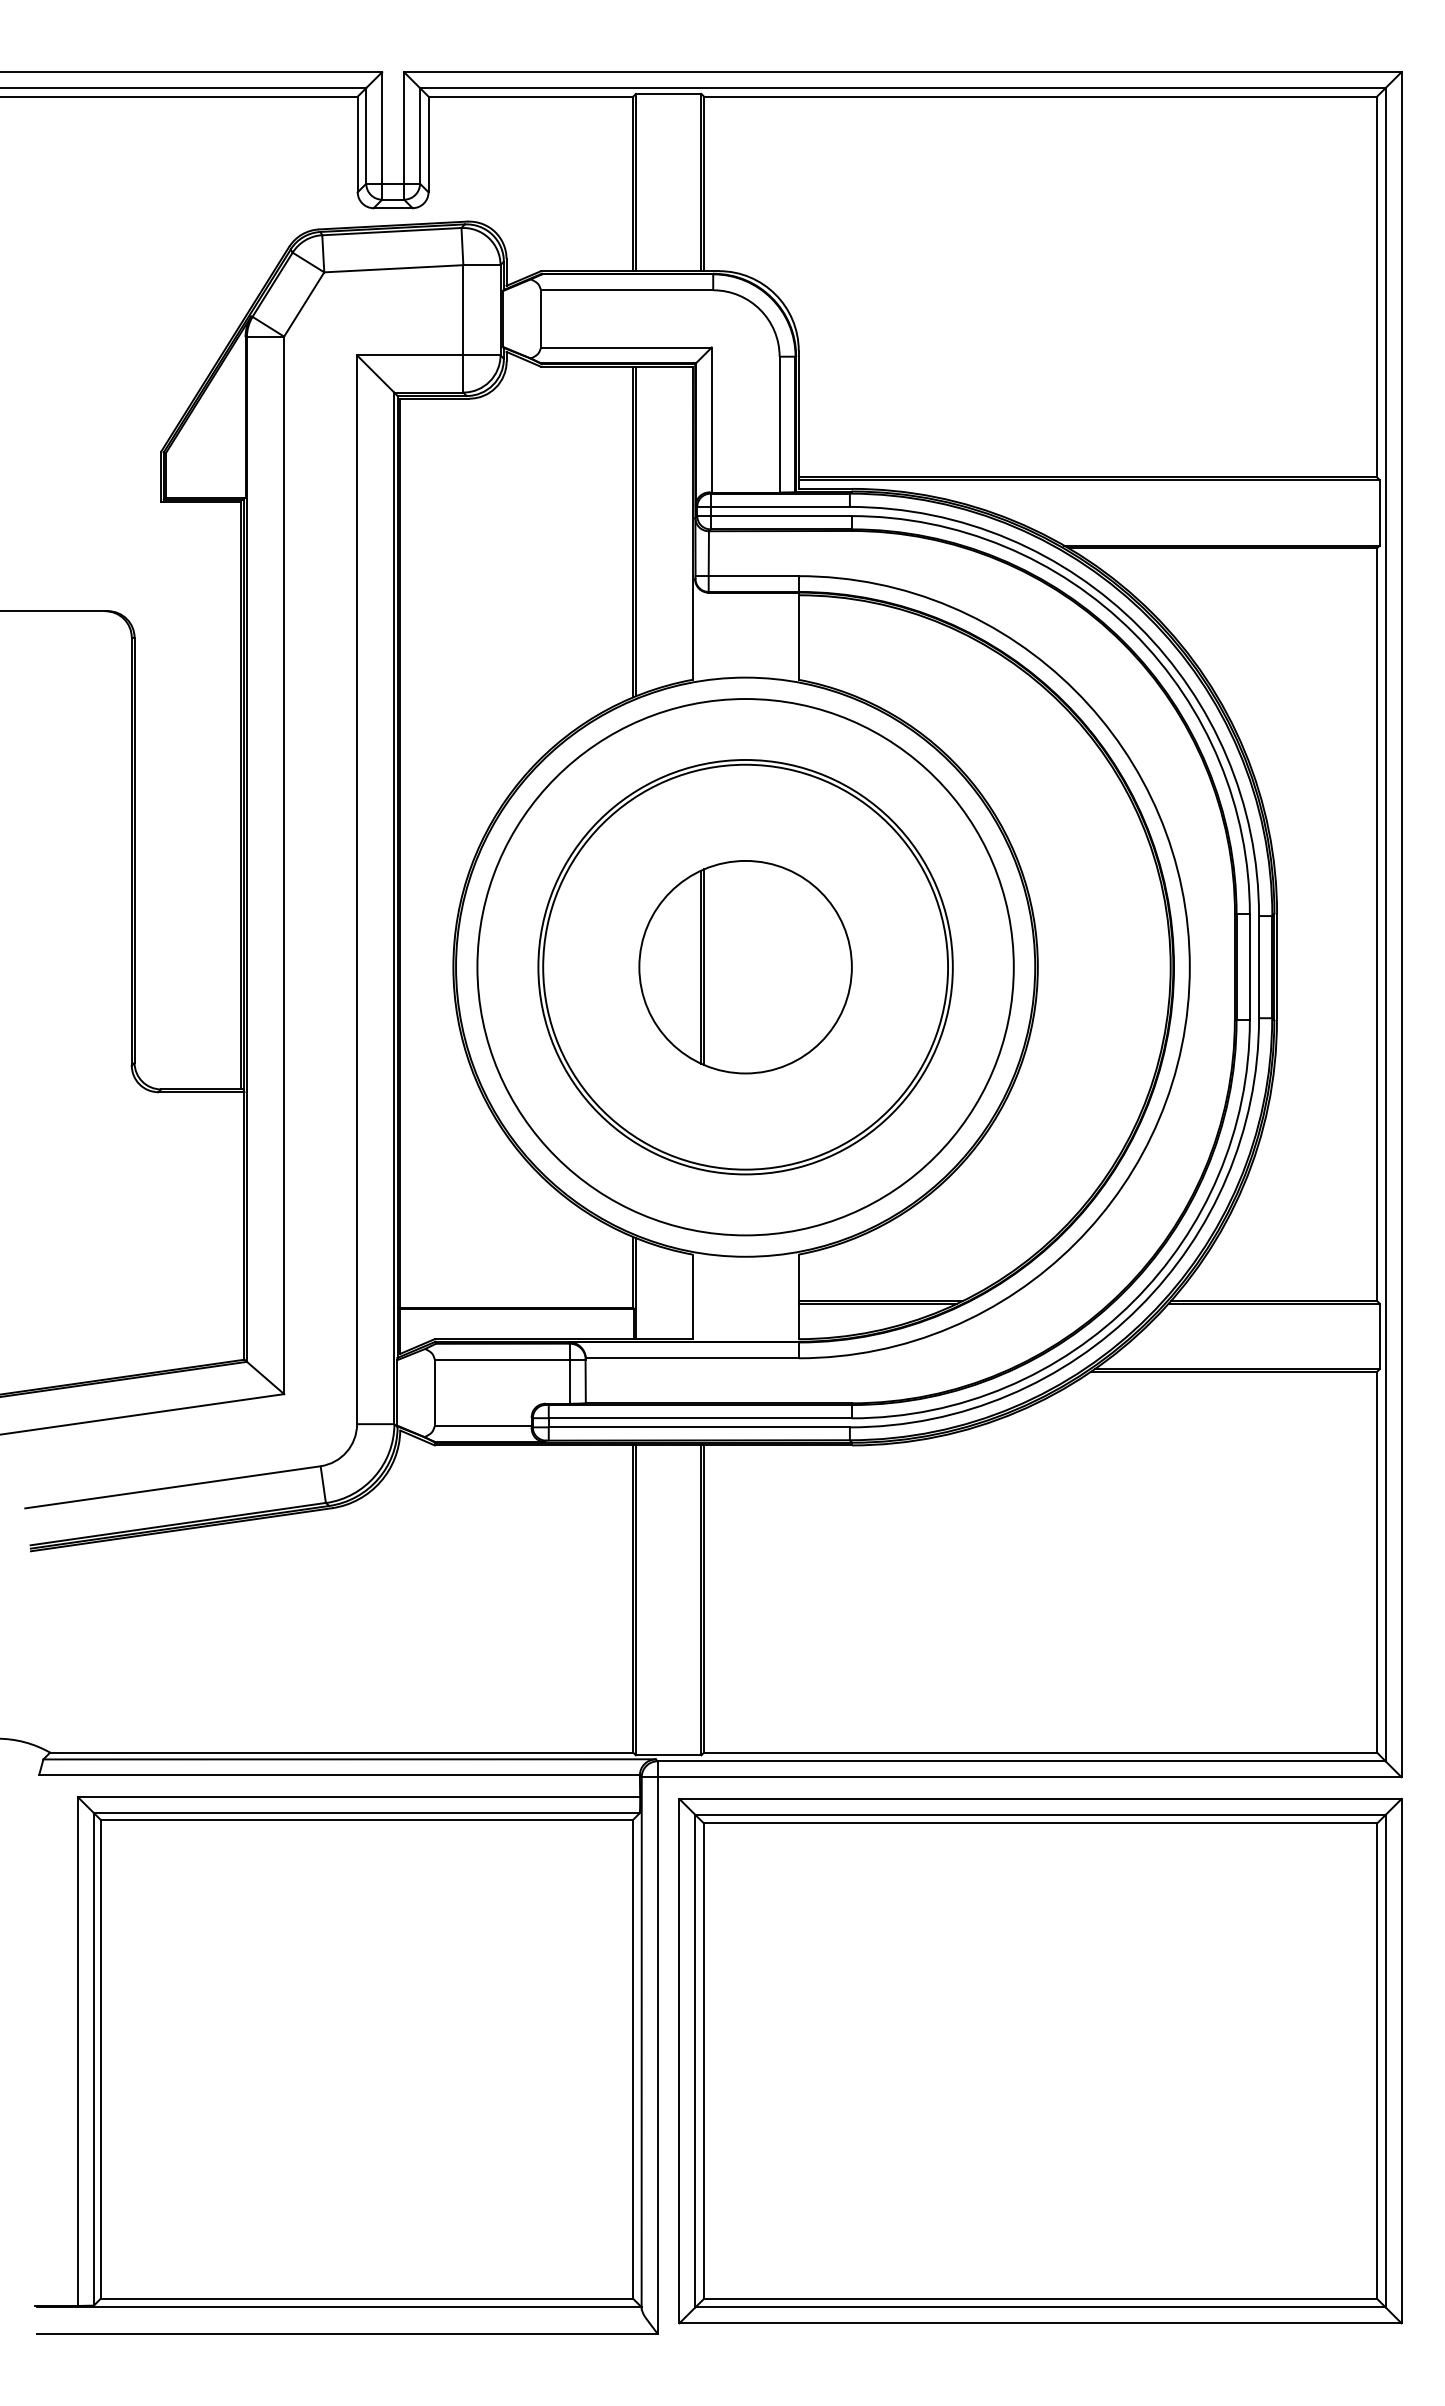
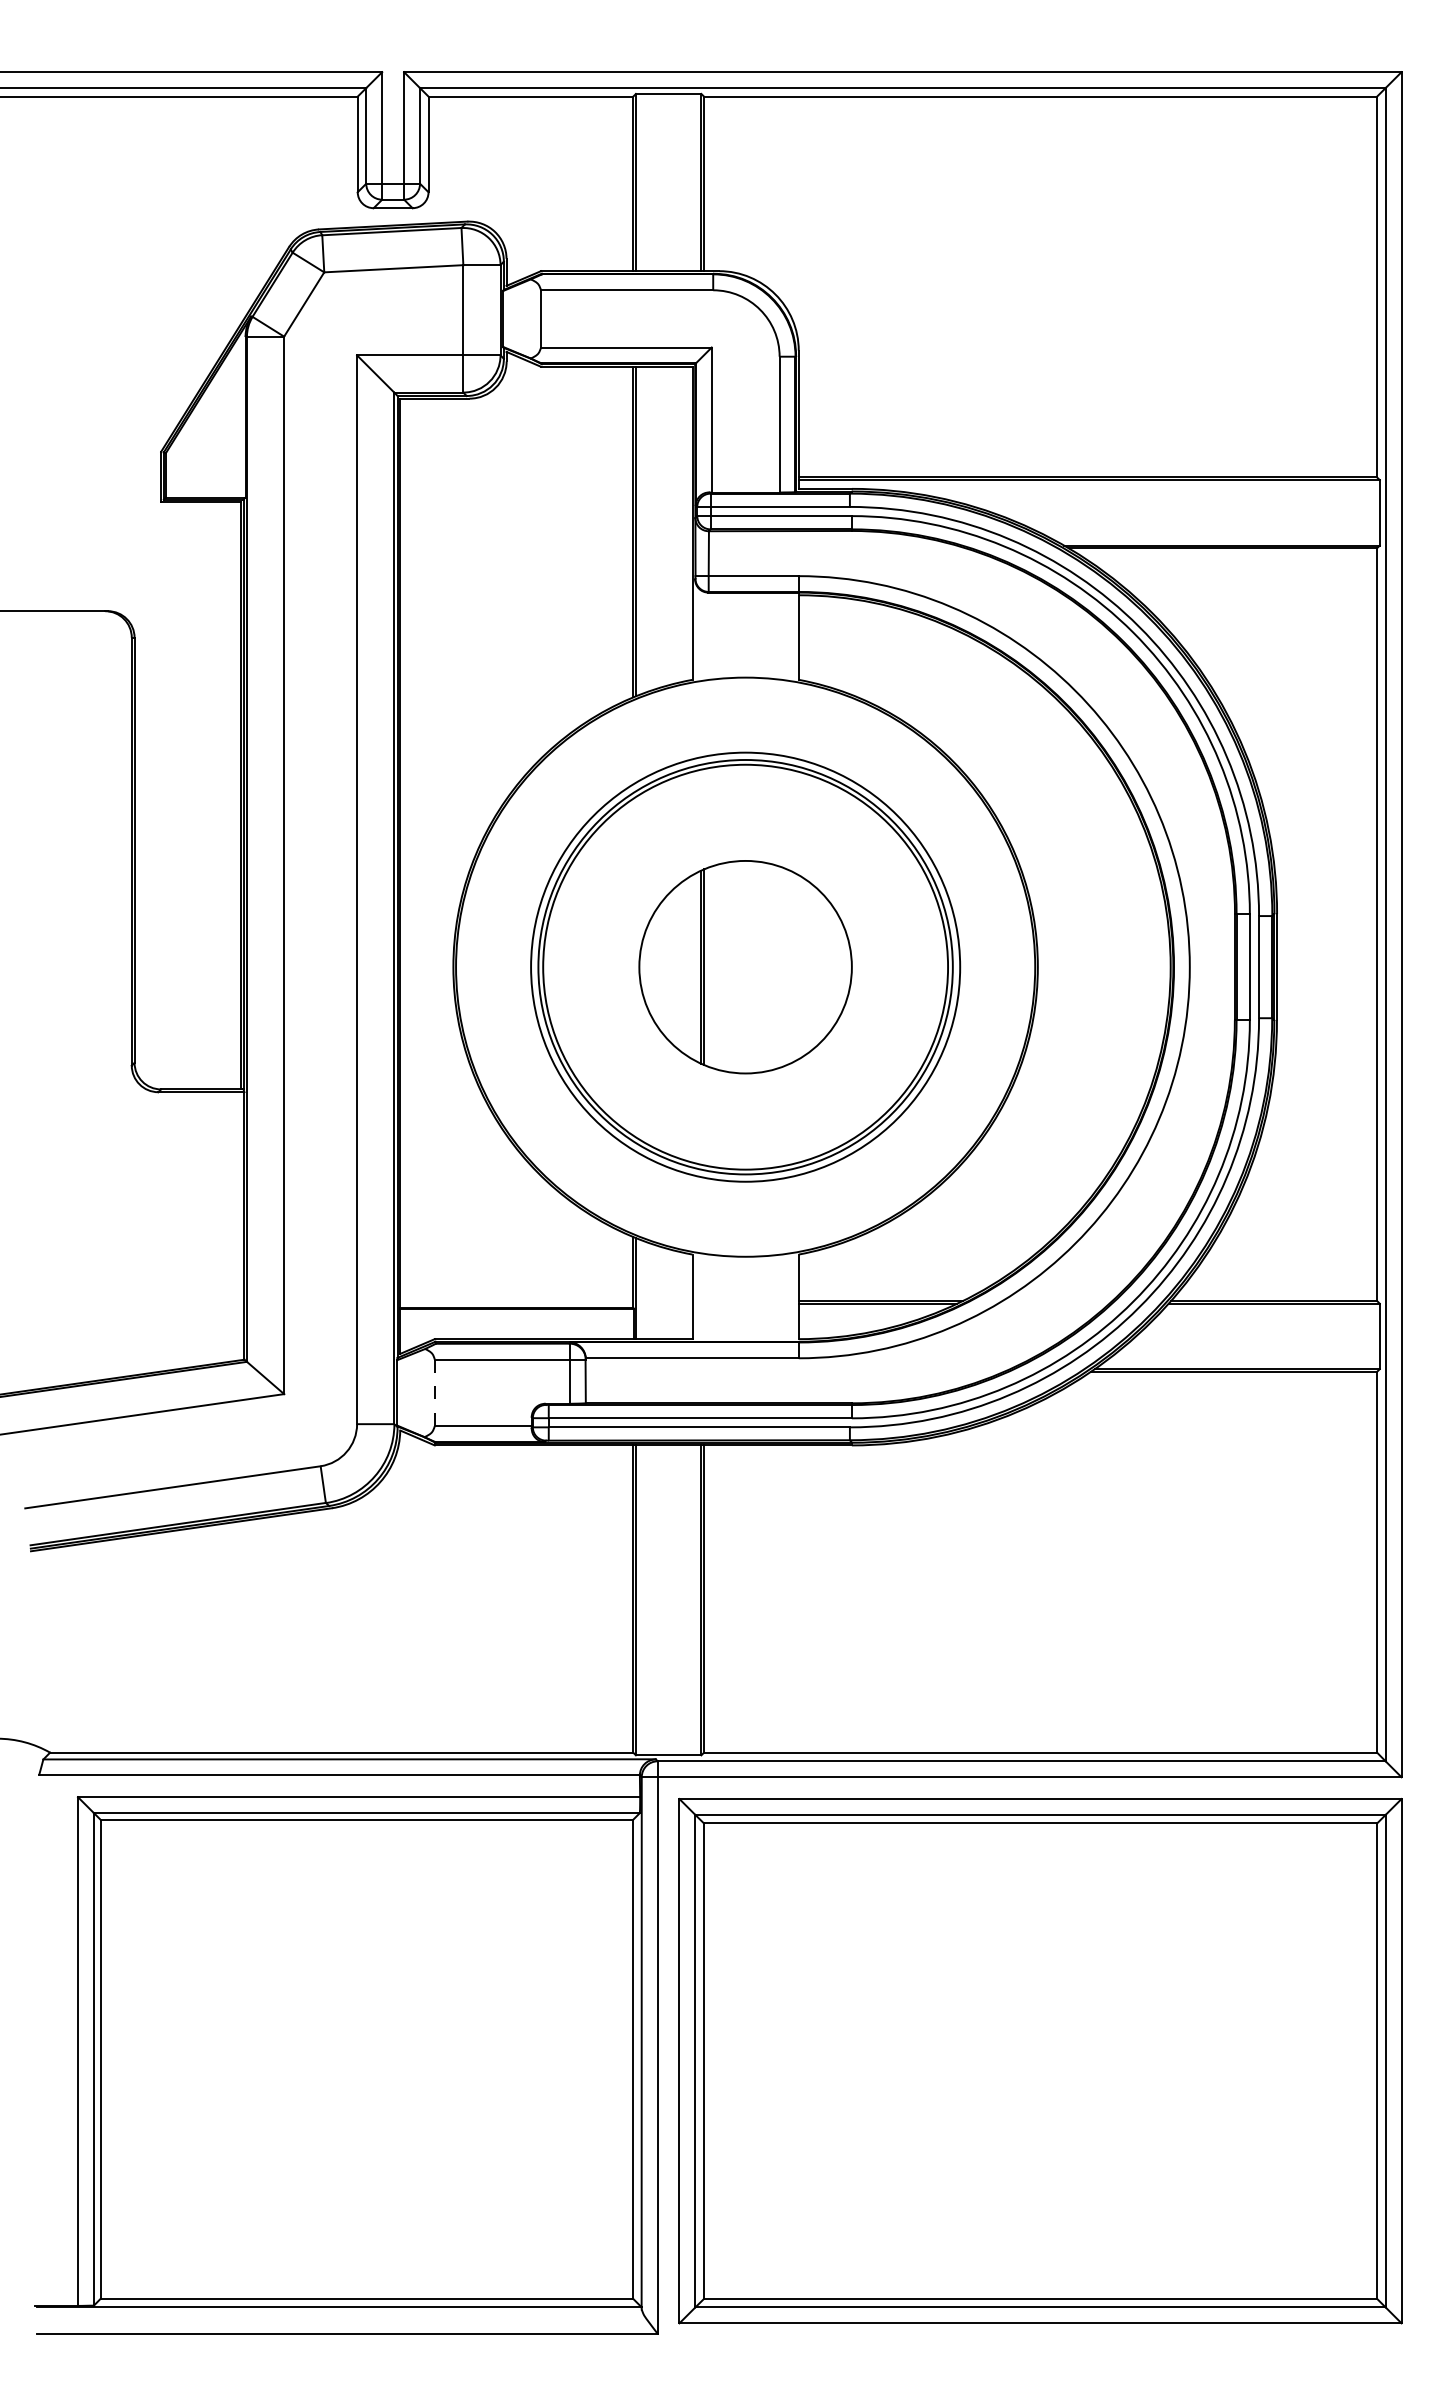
circle at (745, 967) diameter: 536 px -> 429 px
line at (434, 1393): solid -> dashed
